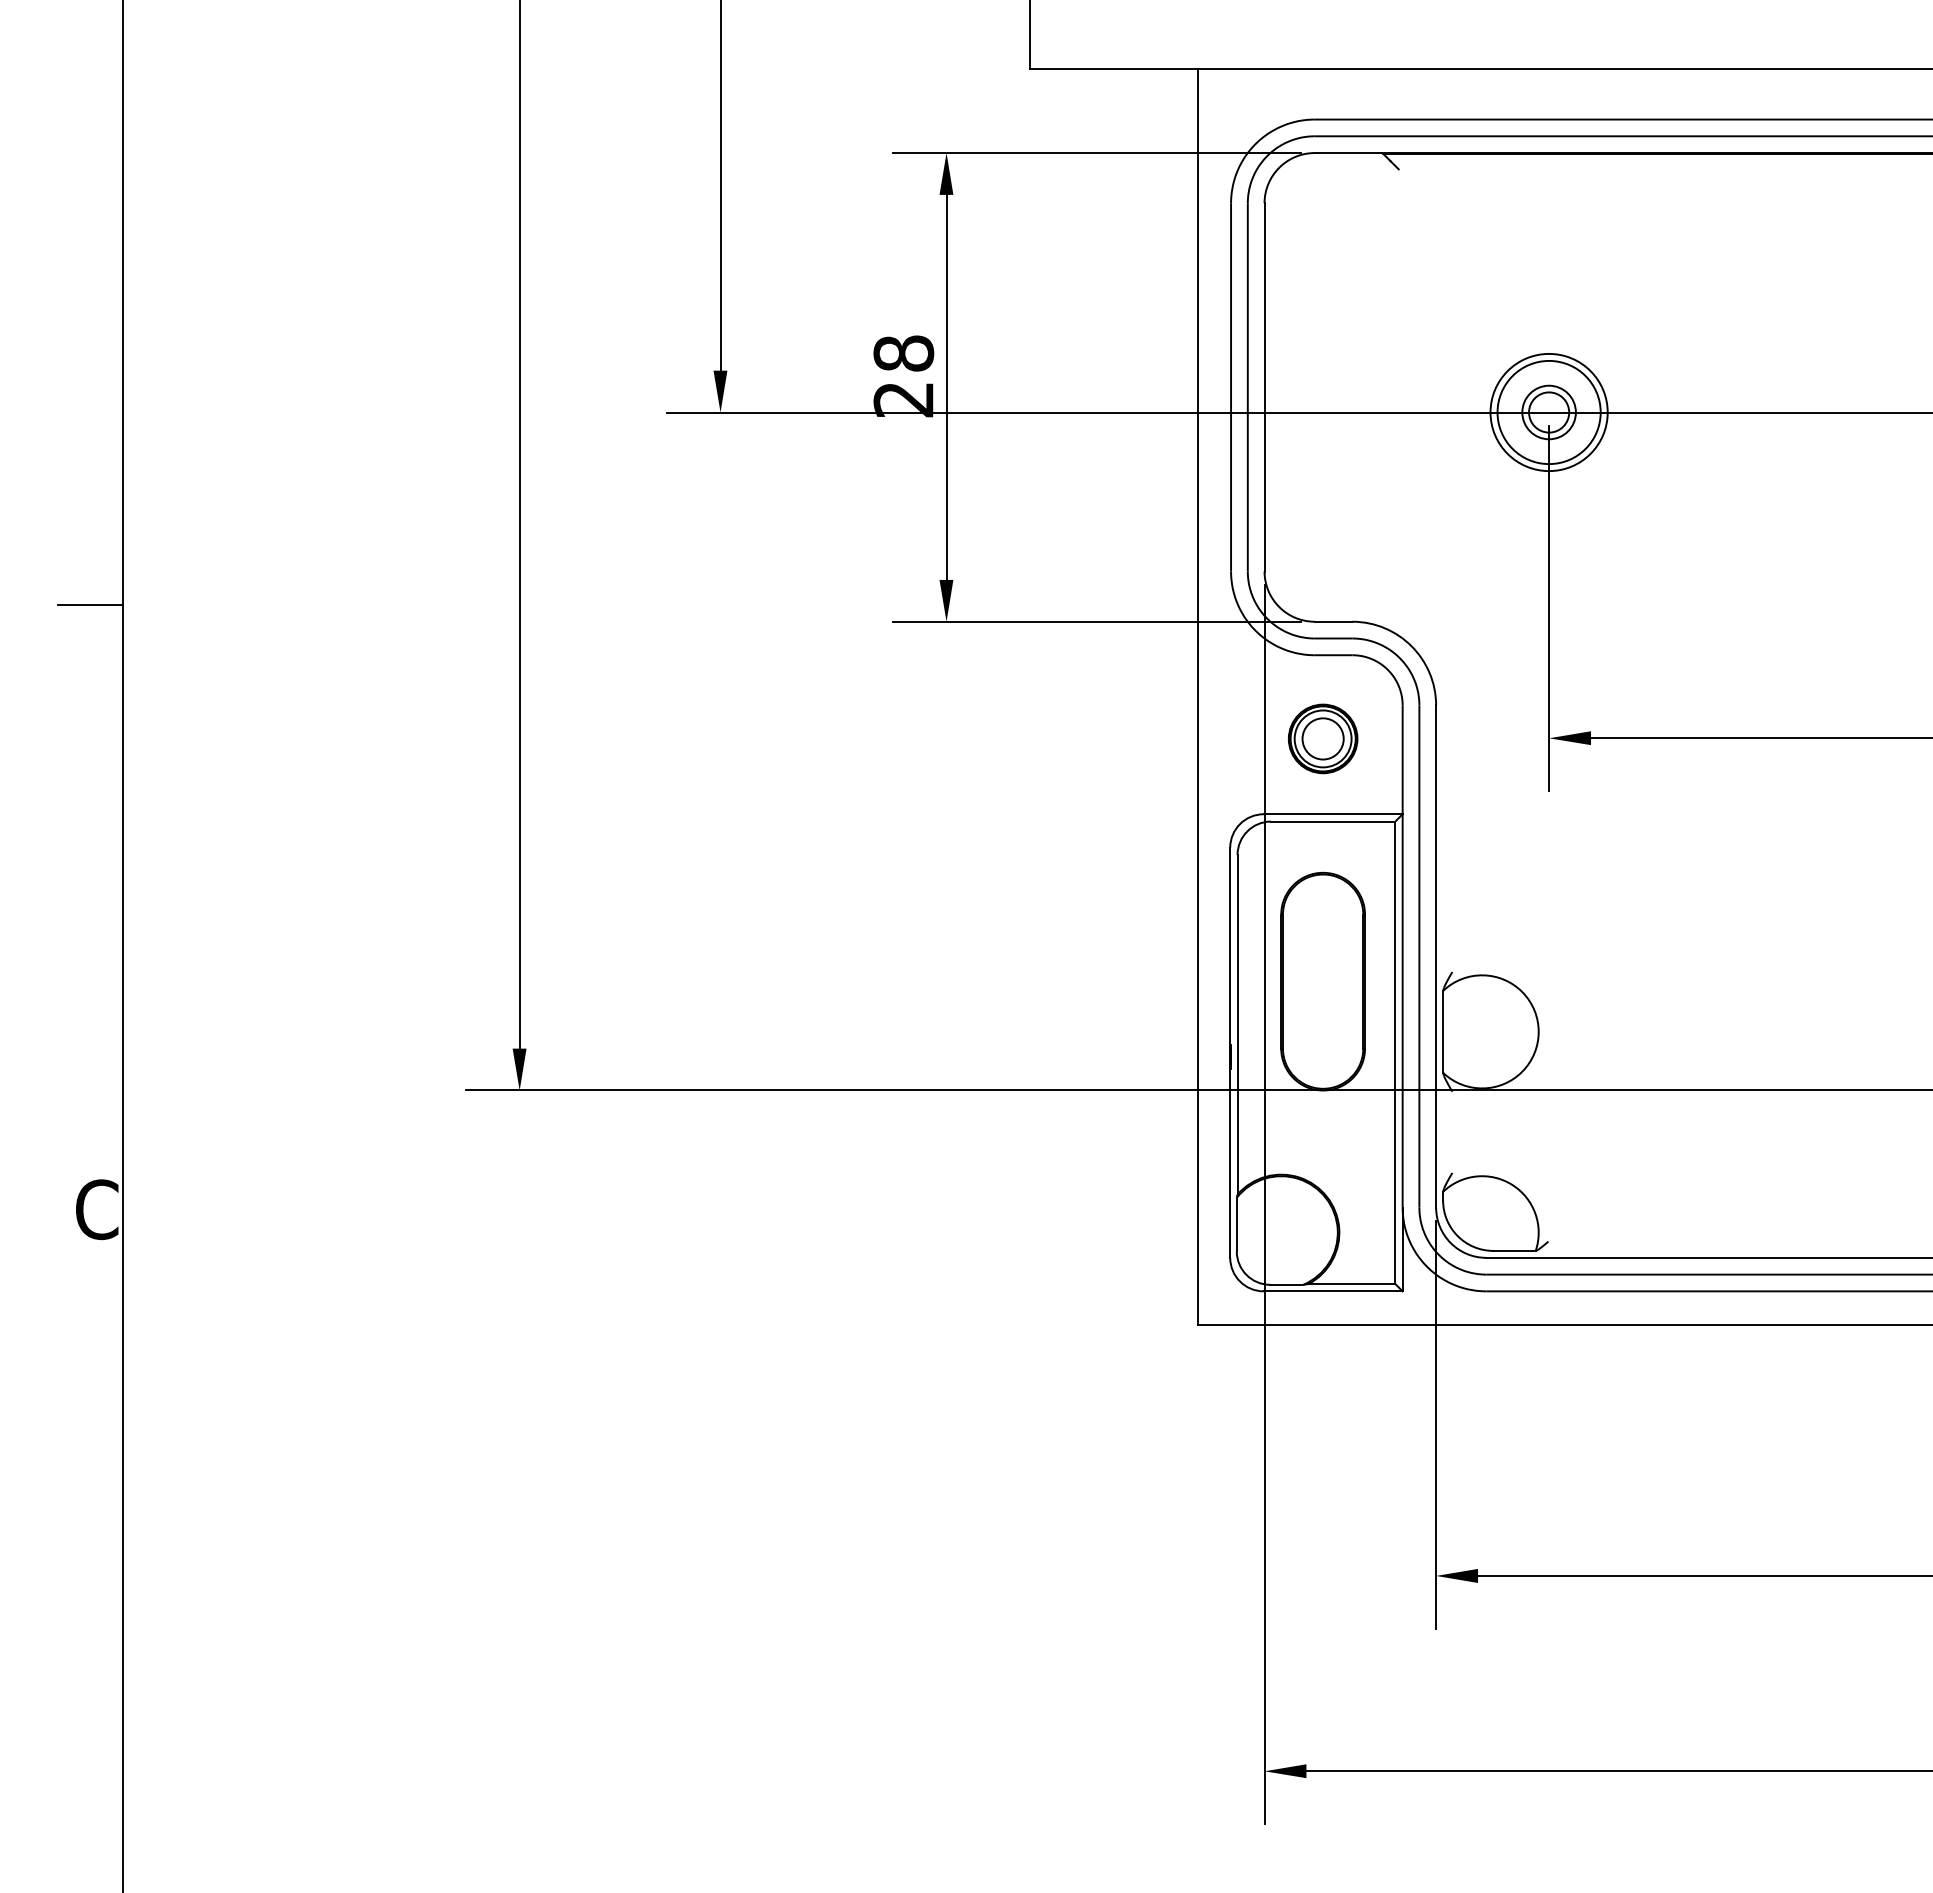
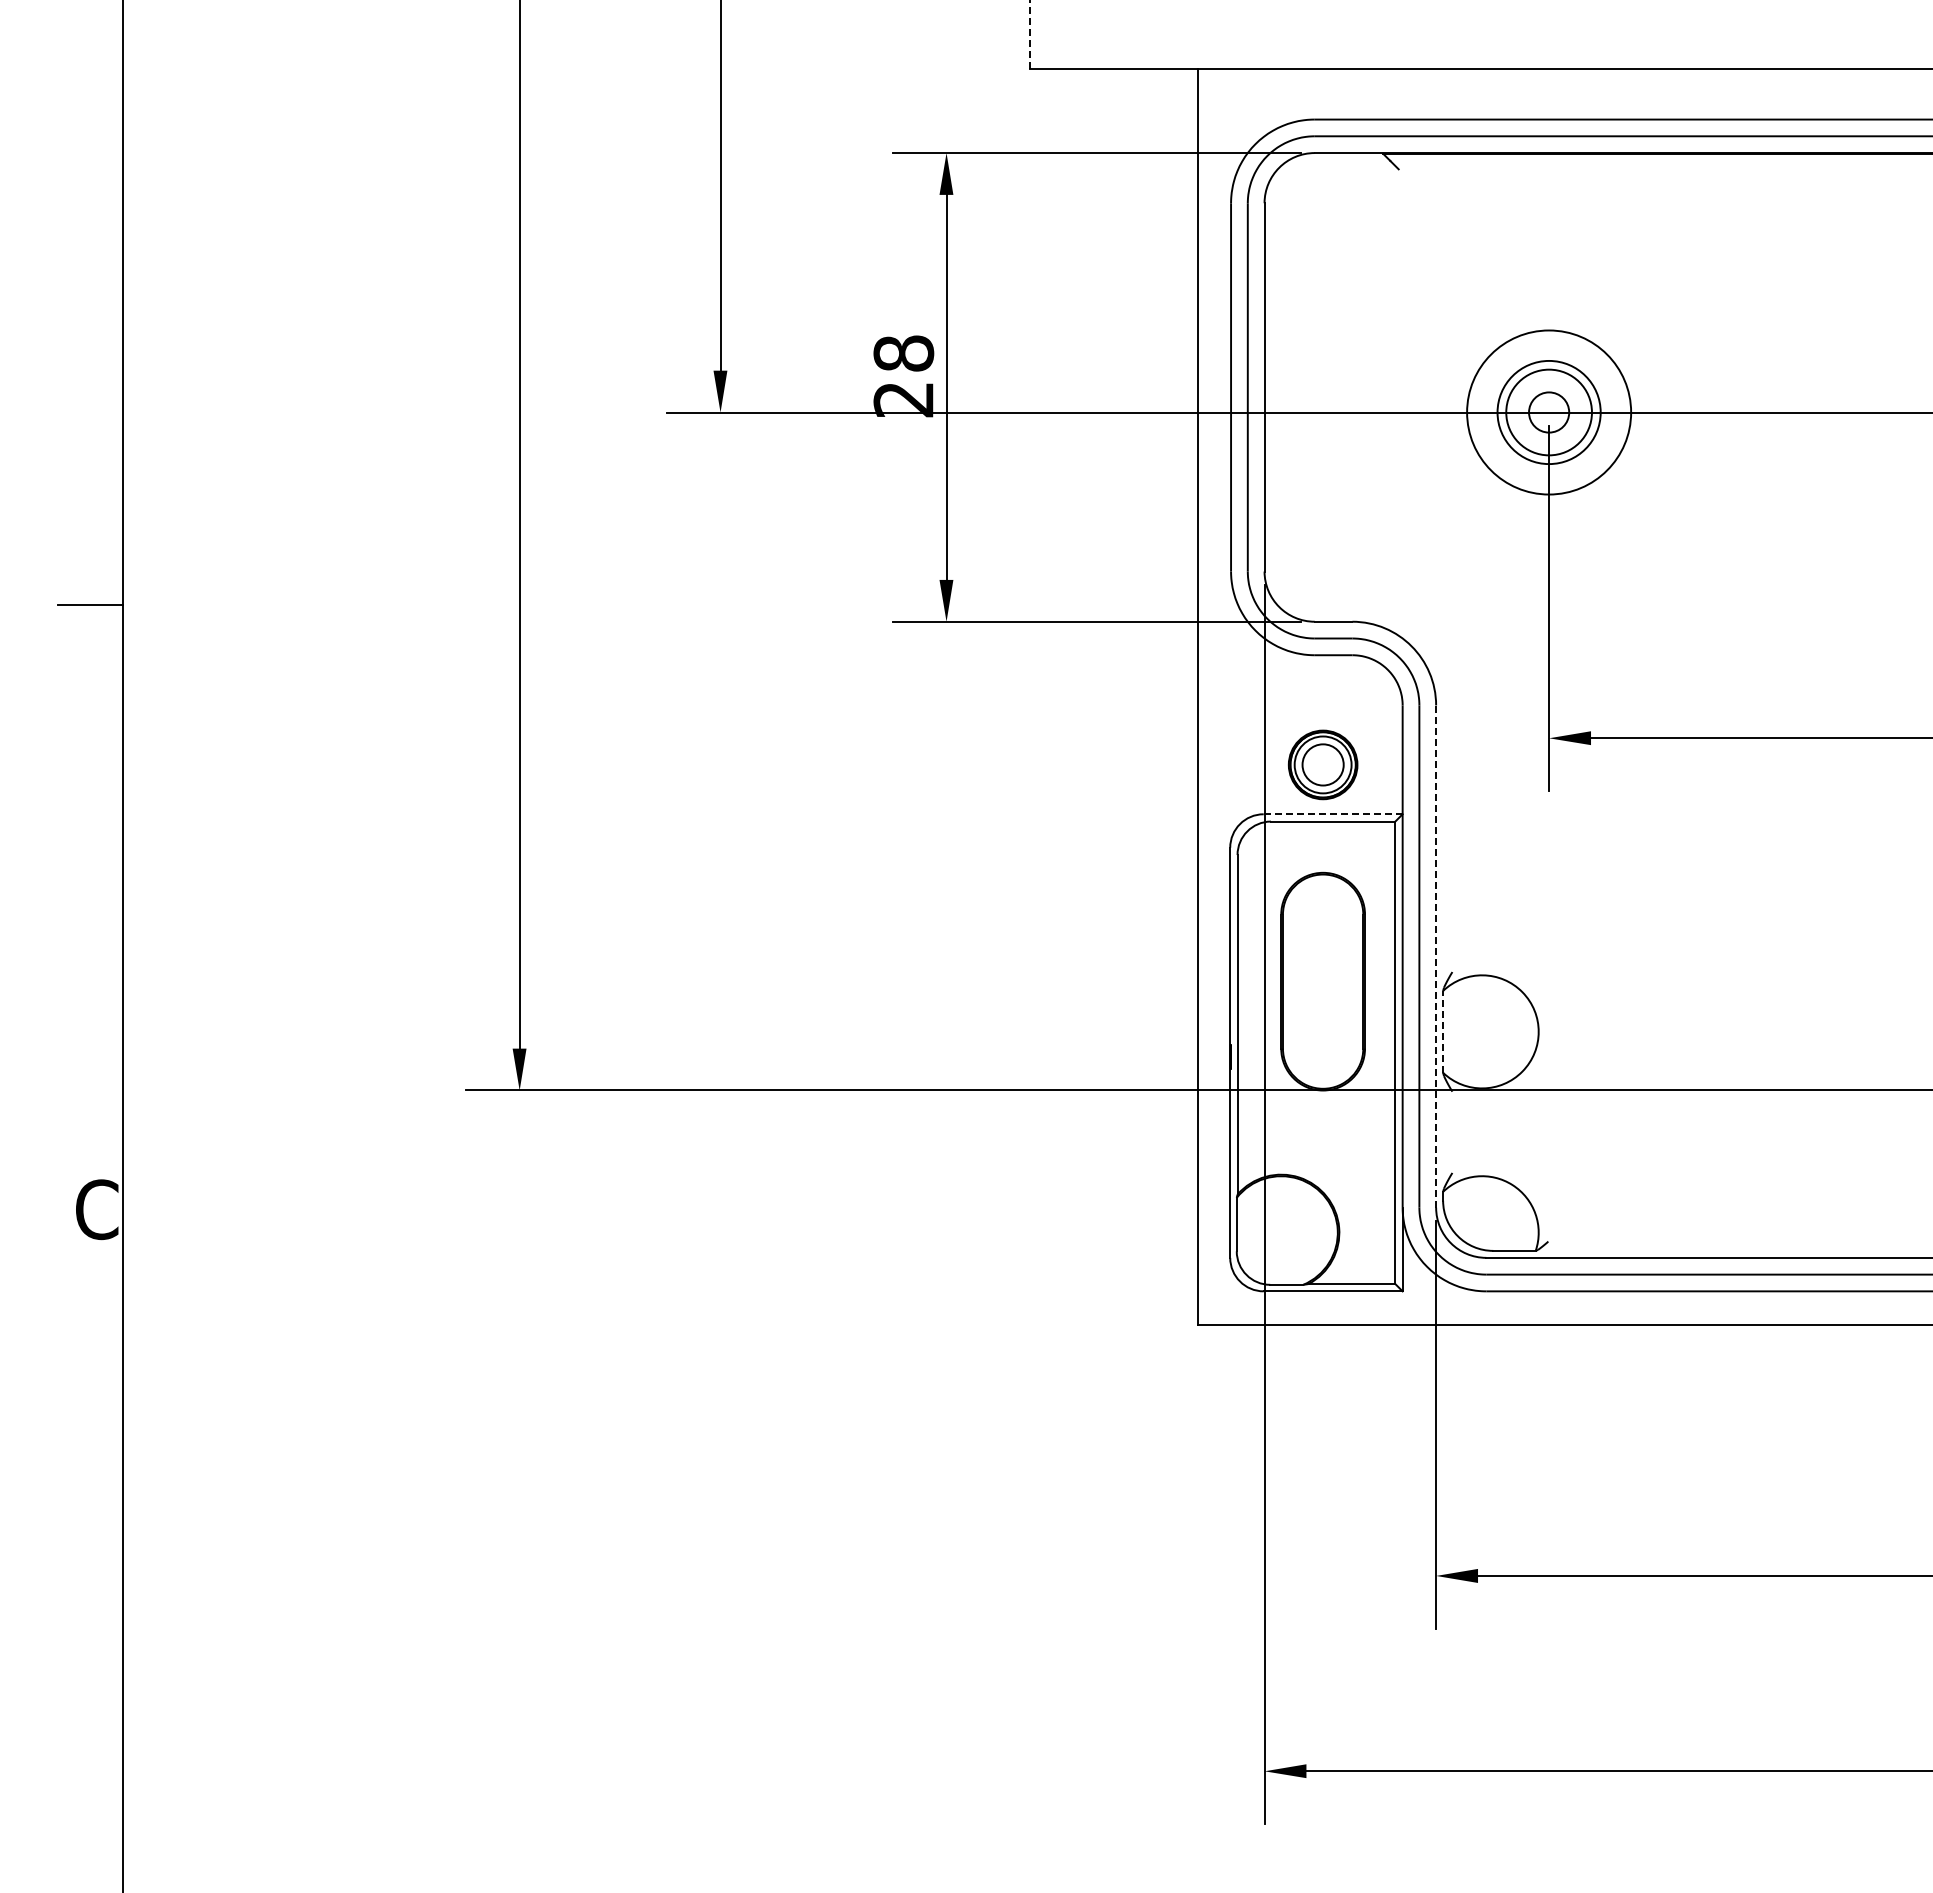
line at (1030, 34): solid -> dashed
circle at (1548, 412) diameter: 117 px -> 164 px
circle at (1548, 412) diameter: 54 px -> 86 px
part at (1322, 738) position: (1322, 738) -> (1322, 764)
line at (1333, 814): solid -> dashed
line at (1436, 956): solid -> dashed
line at (1443, 1031): solid -> dashed
